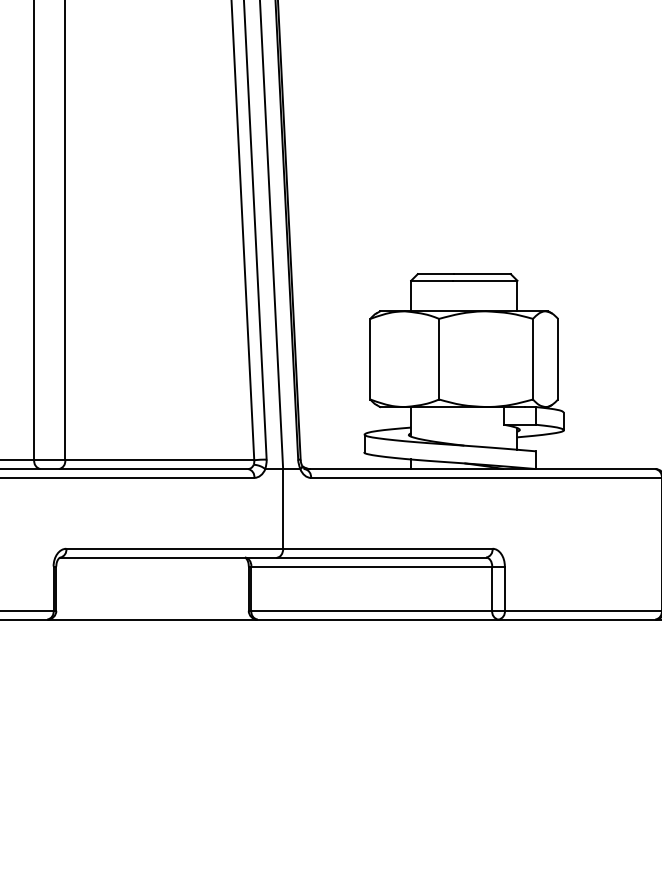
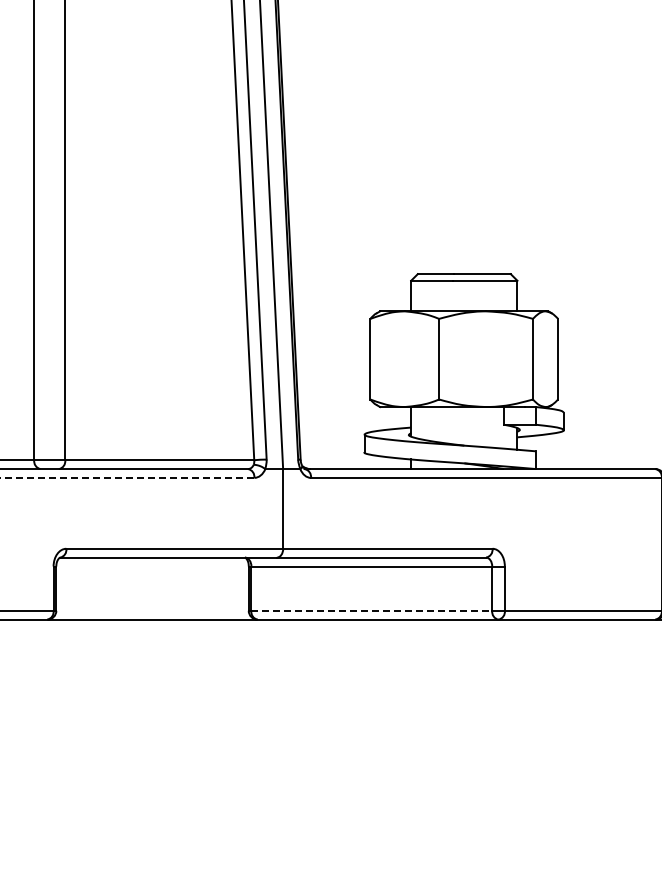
line at (127, 477): solid -> dashed
line at (372, 610): solid -> dashed
